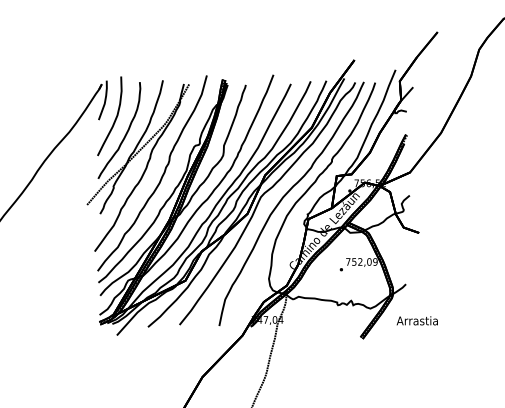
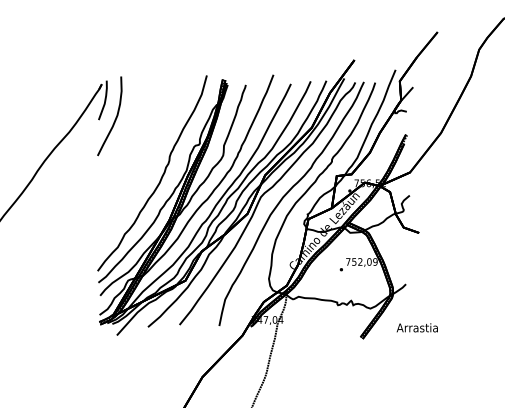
part at (132, 159): present -> none
text at (416, 320) position: (416, 320) -> (416, 327)
